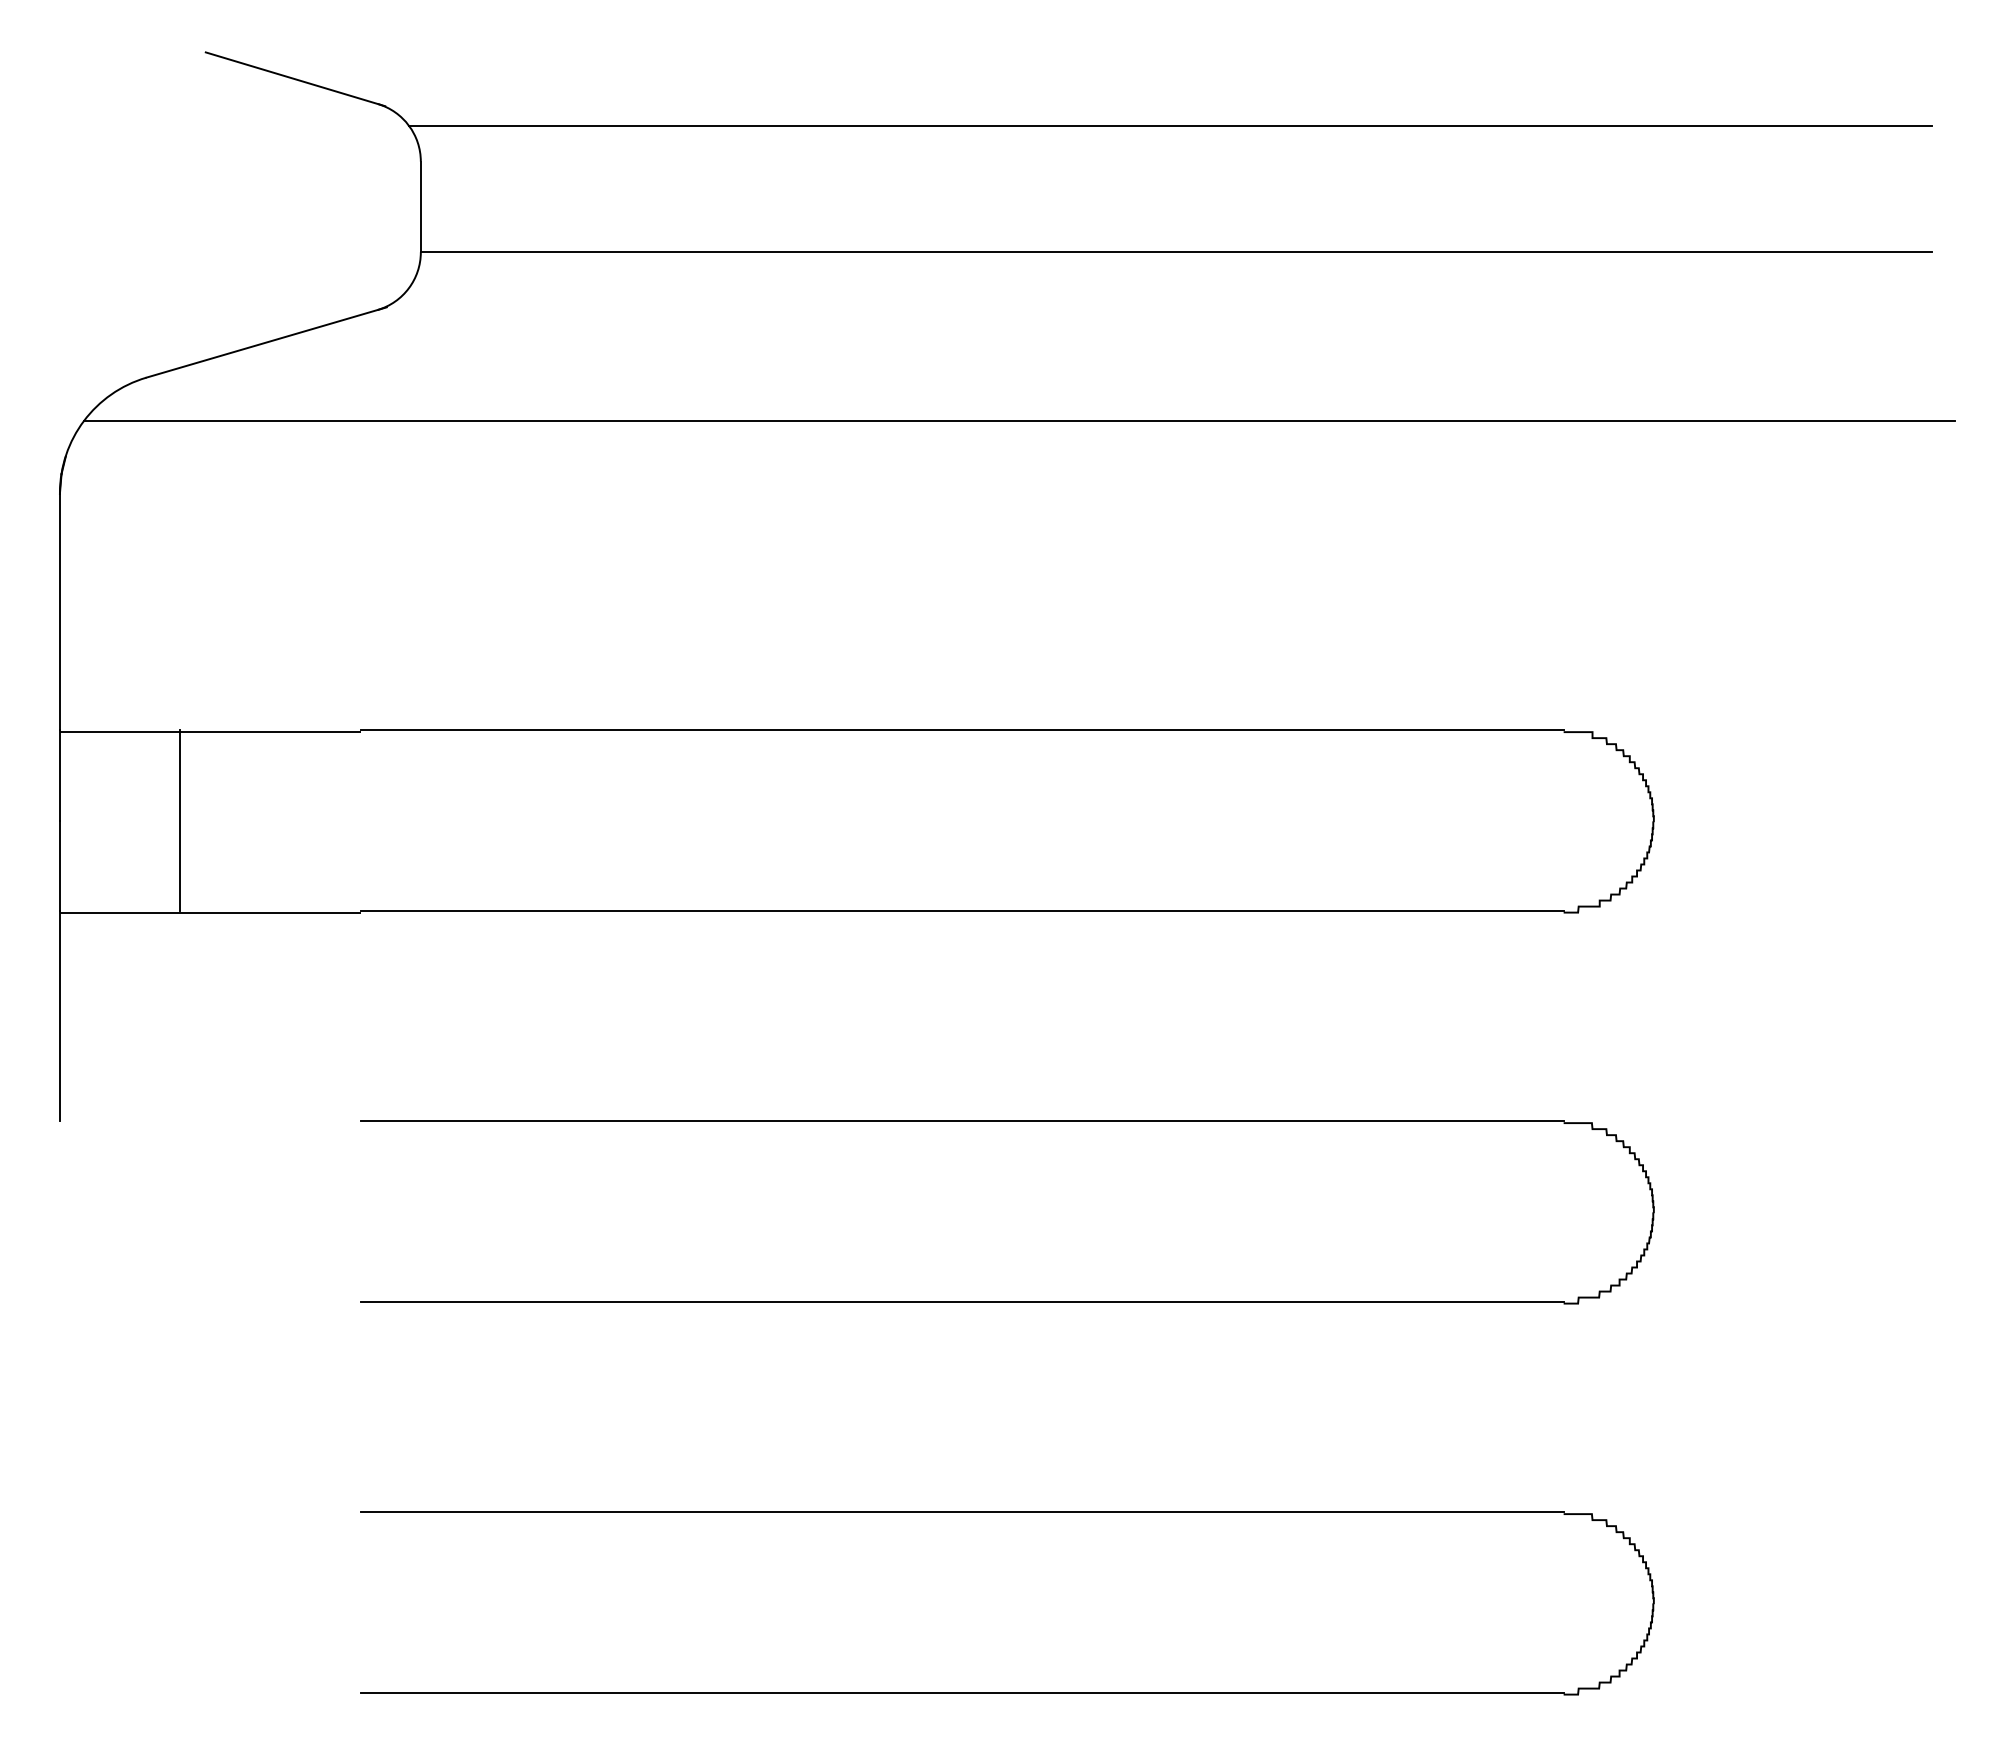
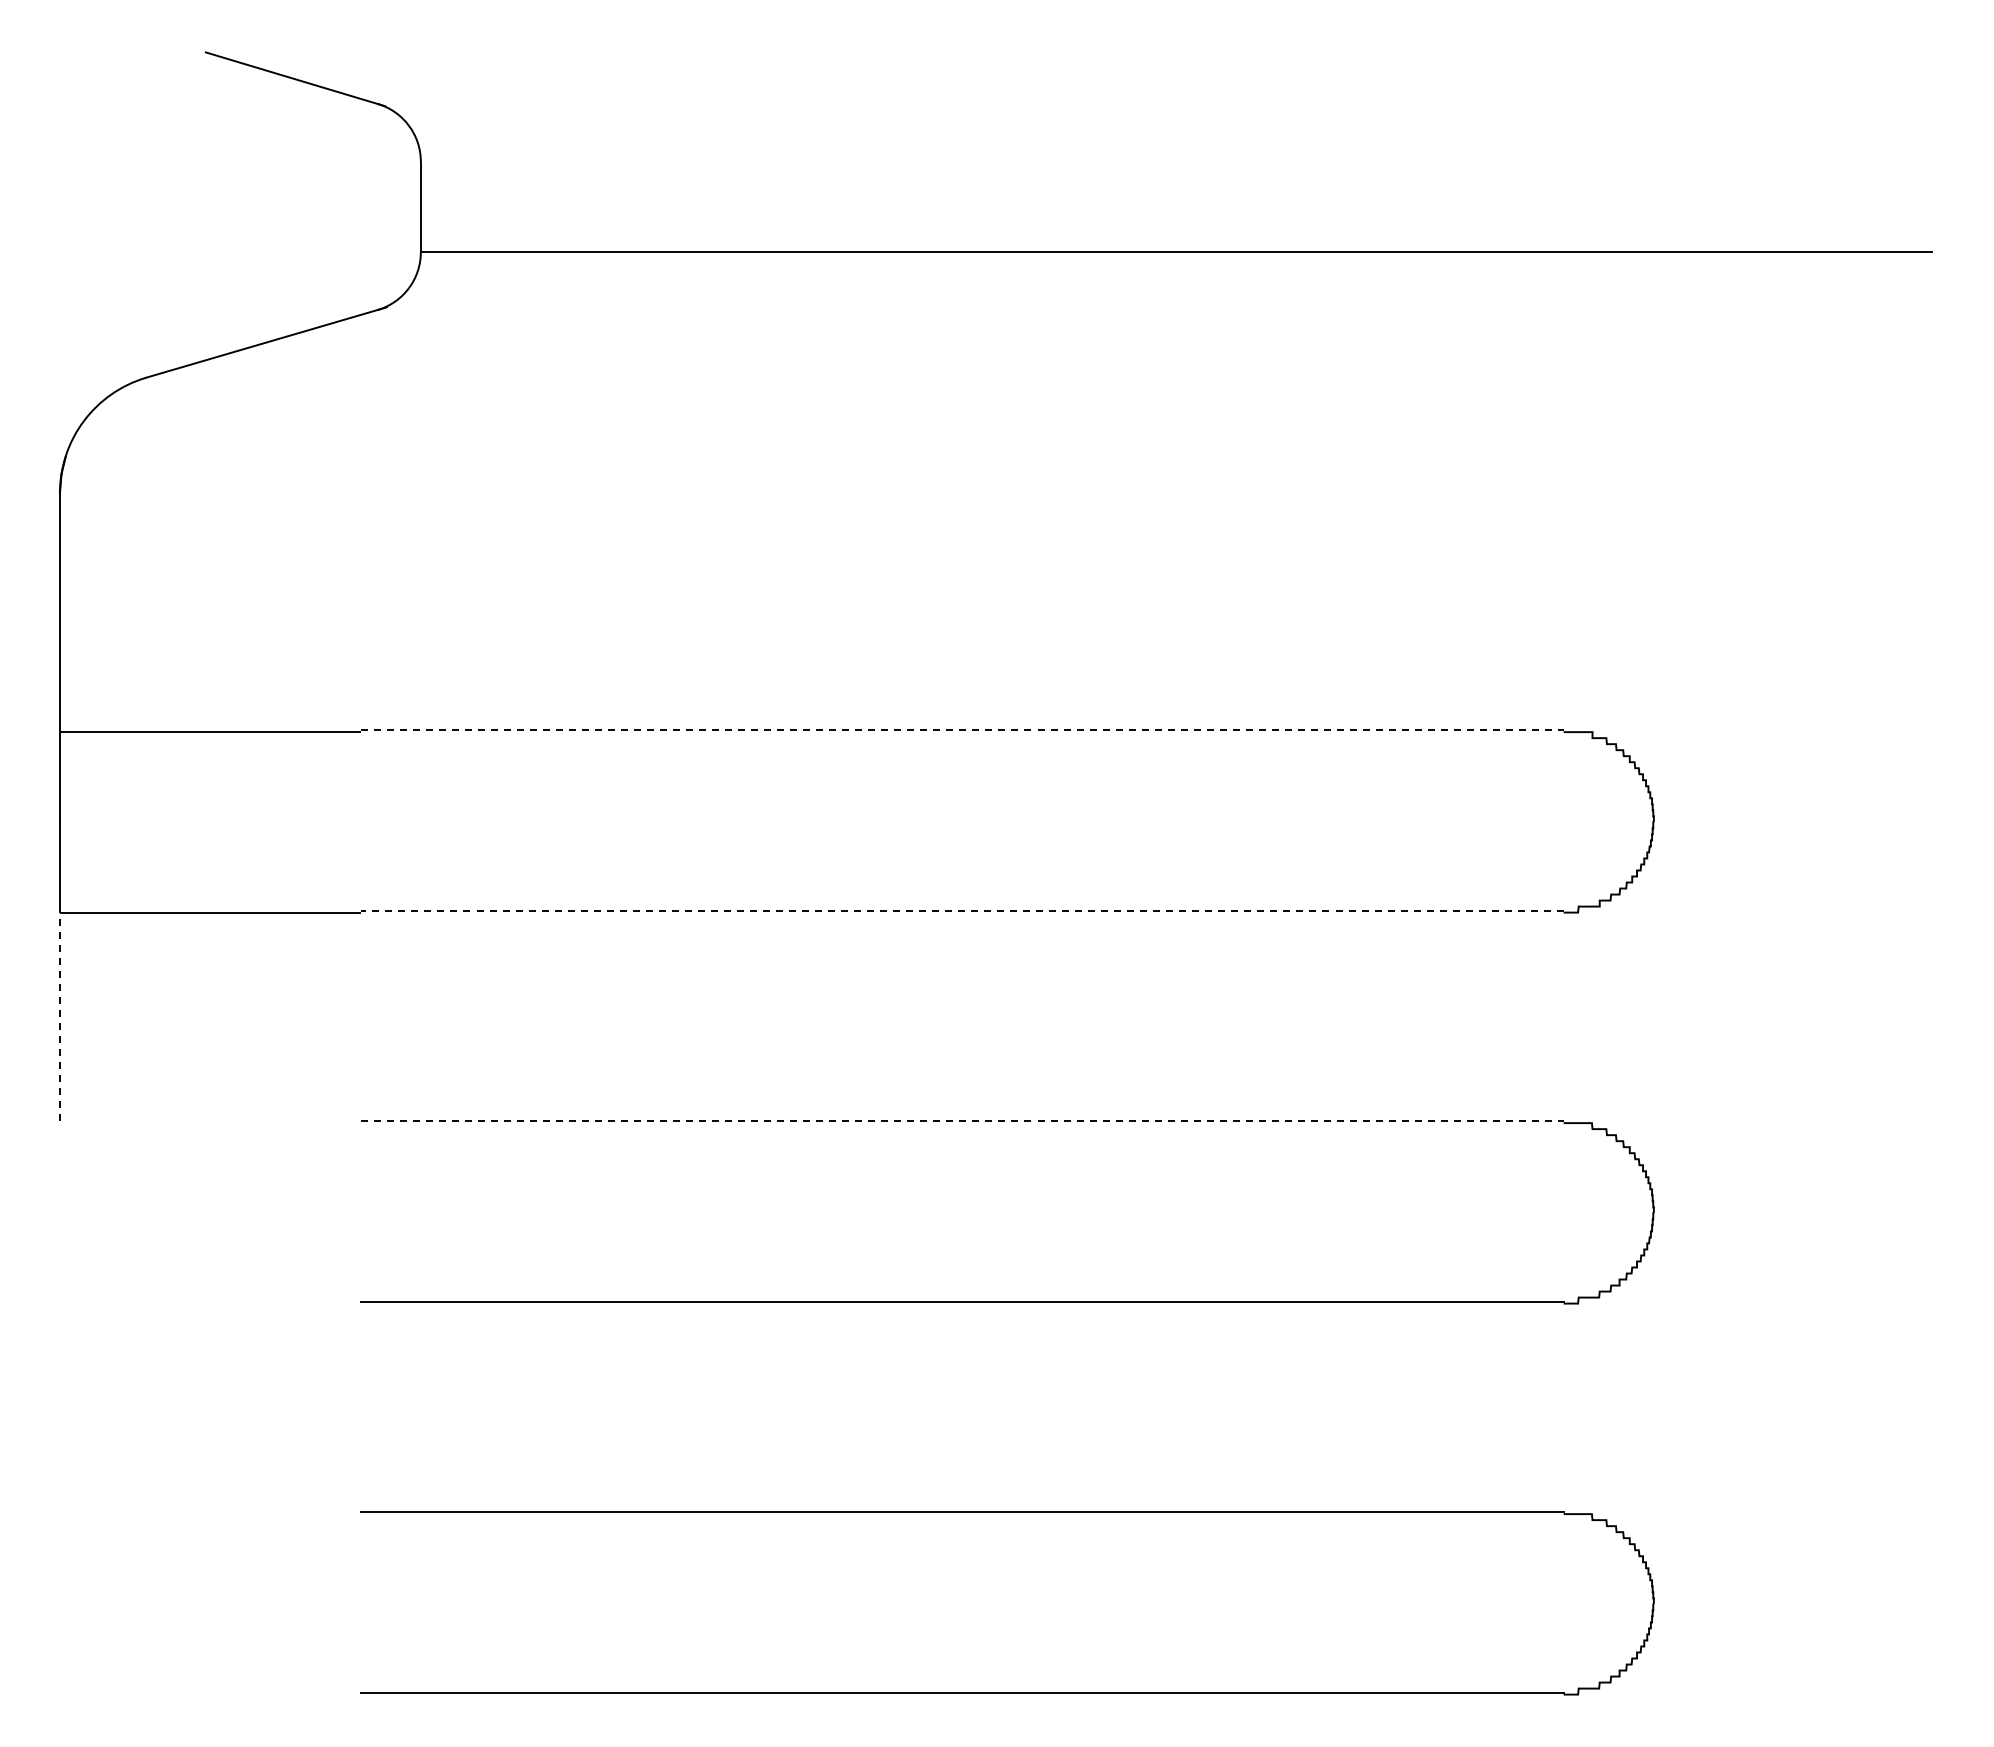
line at (1169, 125): present -> none
line at (1018, 420): present -> none
line at (962, 730): solid -> dashed
line at (180, 820): present -> none
line at (962, 910): solid -> dashed
line at (59, 1015): solid -> dashed
line at (962, 1121): solid -> dashed
